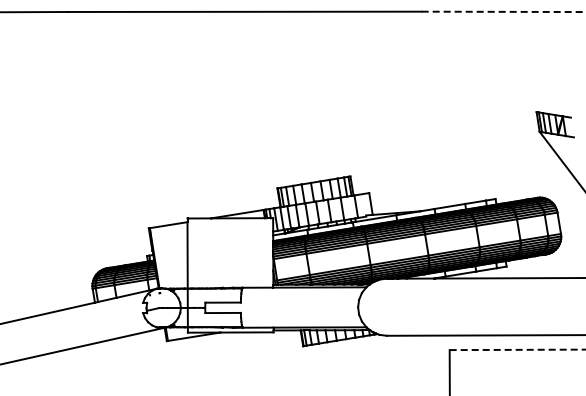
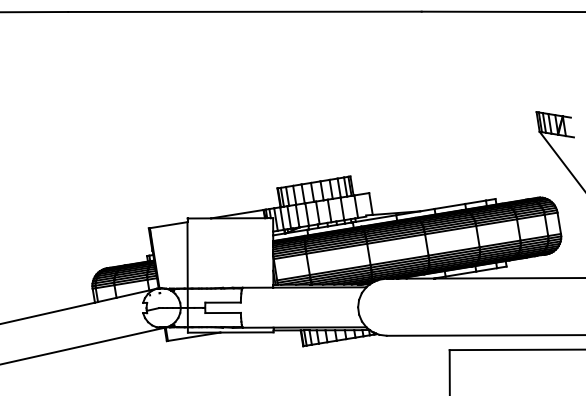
line at (503, 11): dashed -> solid
line at (517, 349): dashed -> solid
